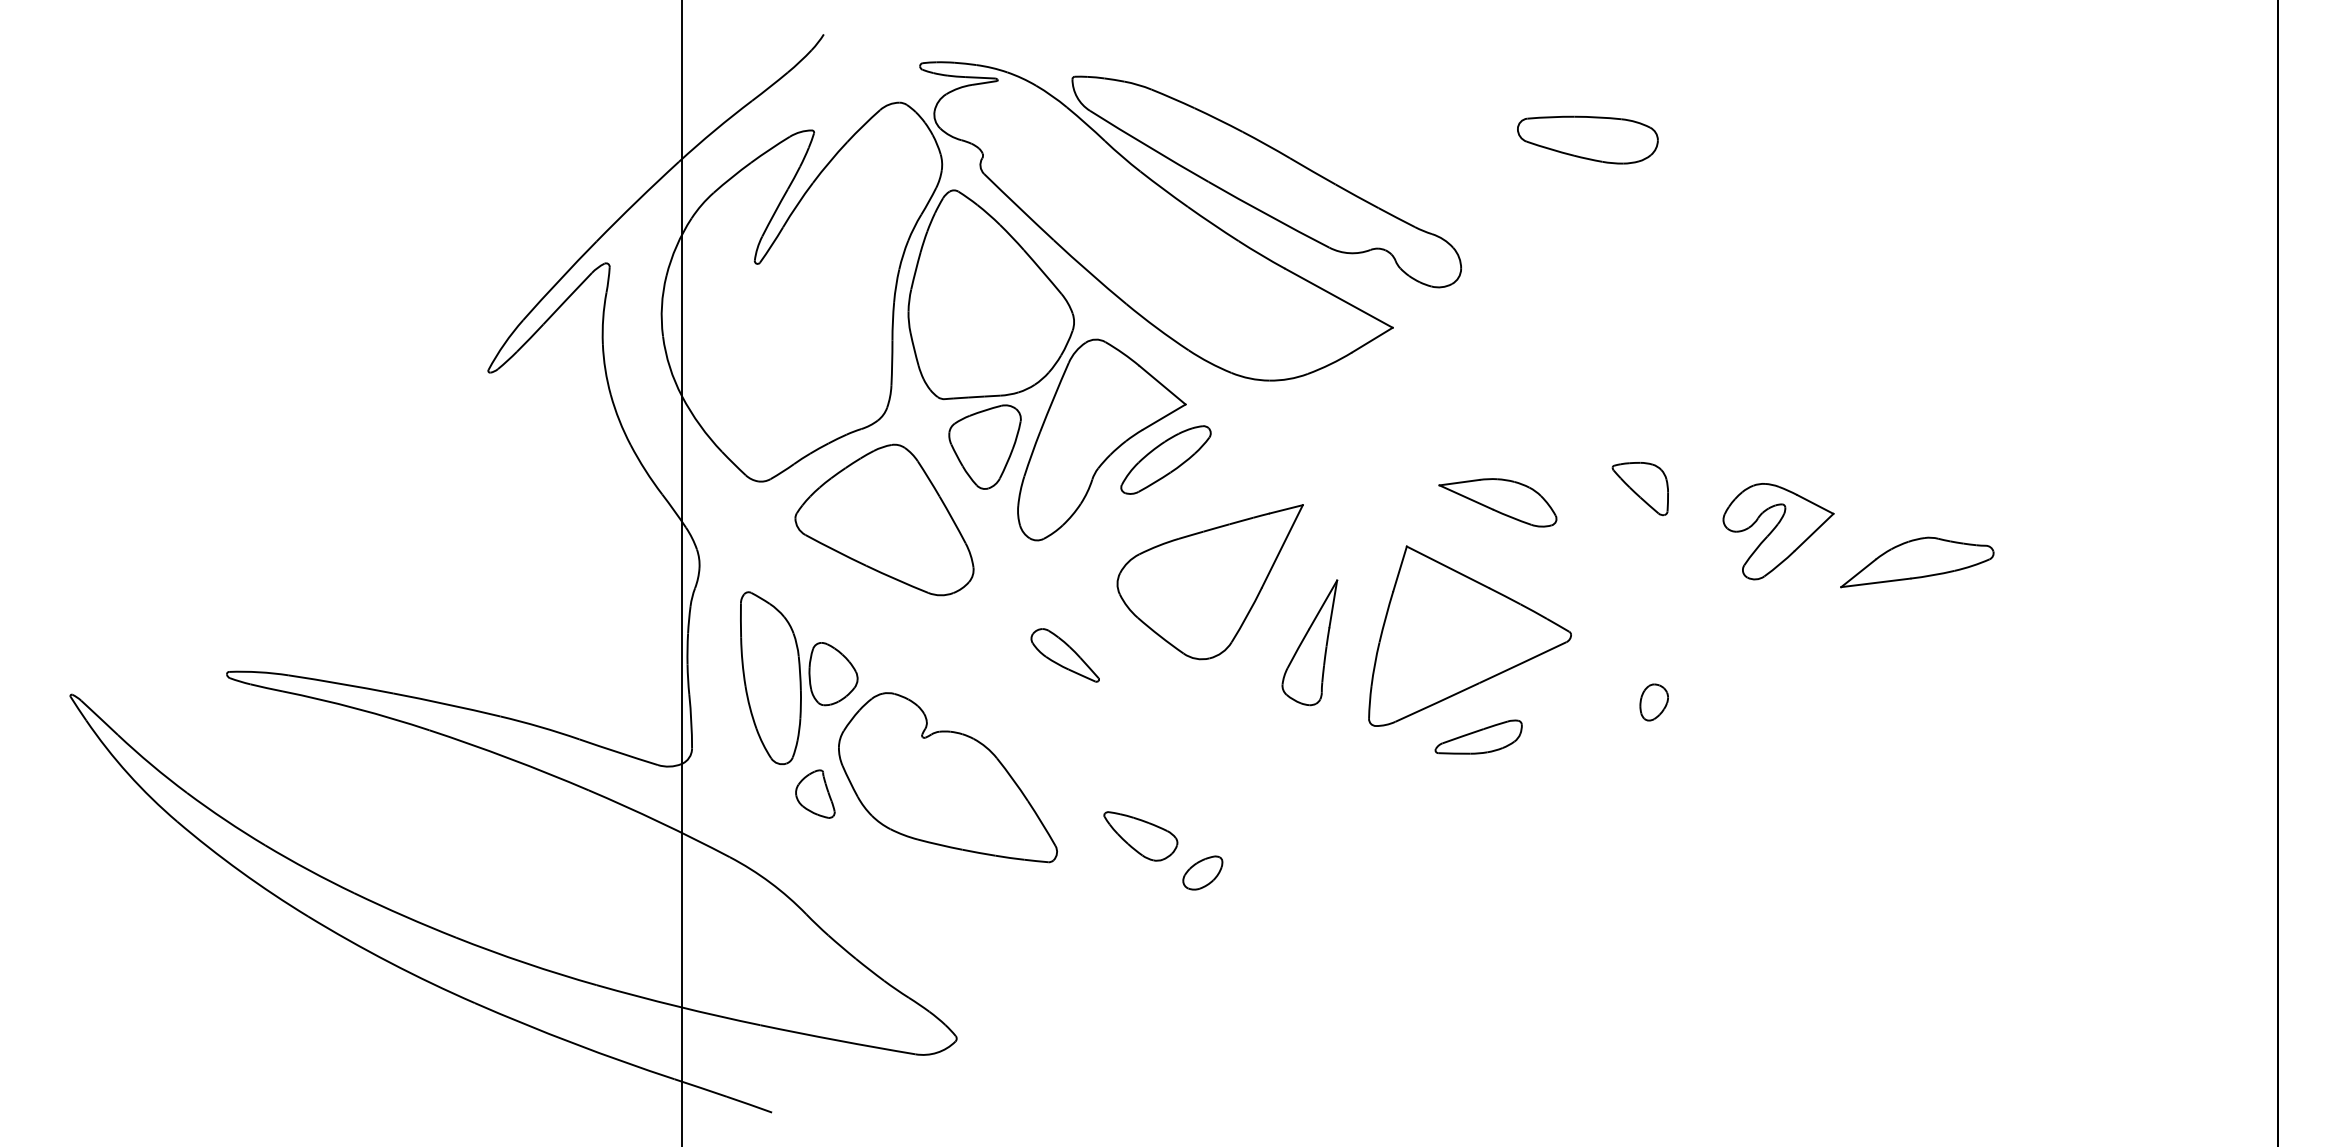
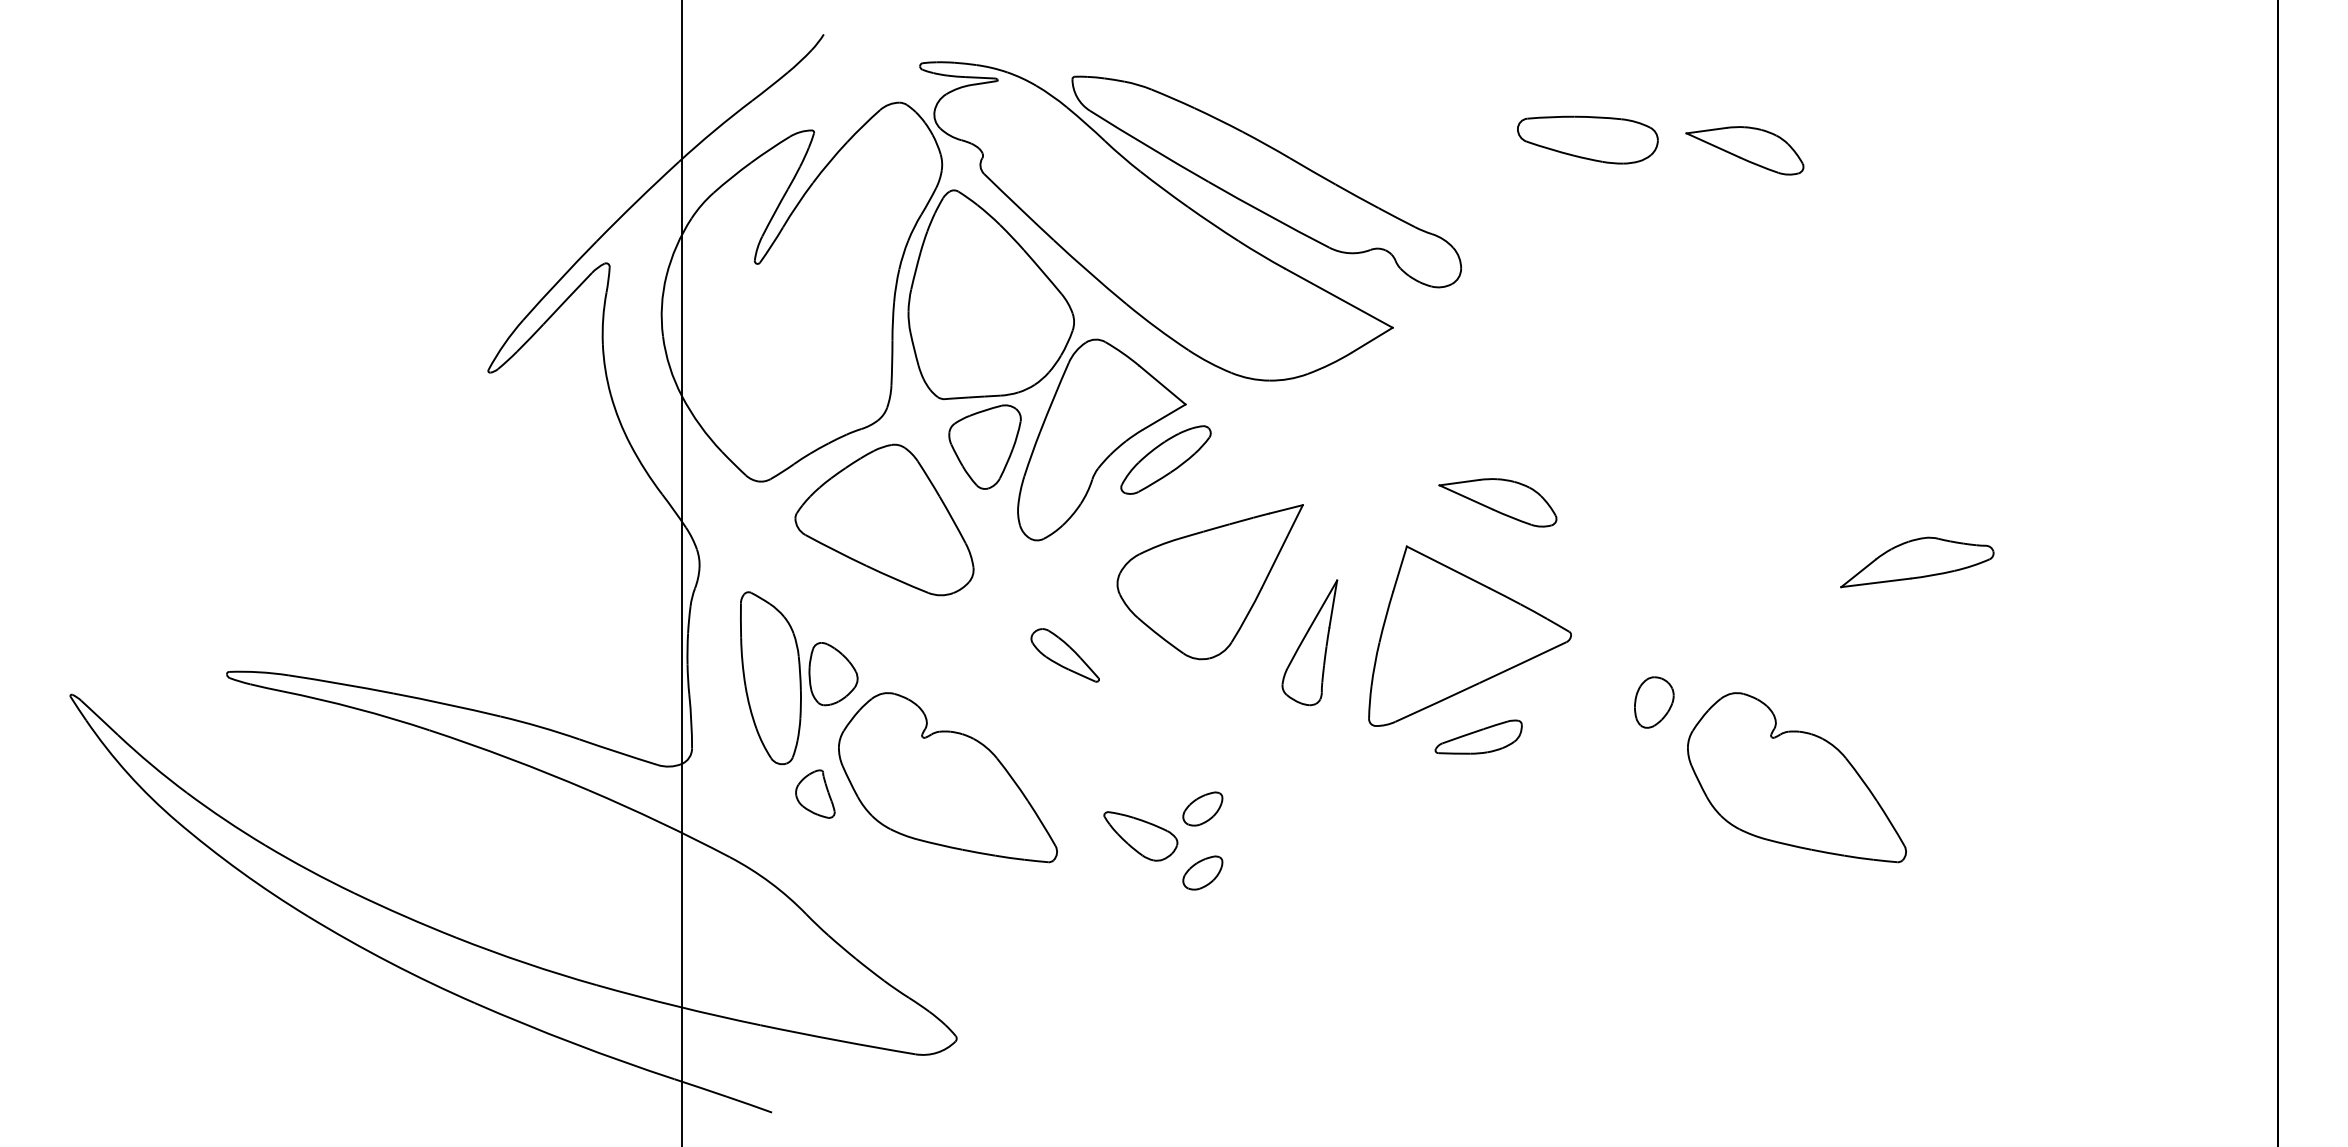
part at (1744, 150): none -> present
part at (1639, 489): present -> none
part at (1778, 531): present -> none
part at (1653, 702) size: 30x39 px -> 41x53 px
part at (1796, 777): none -> present
part at (1202, 808): none -> present
